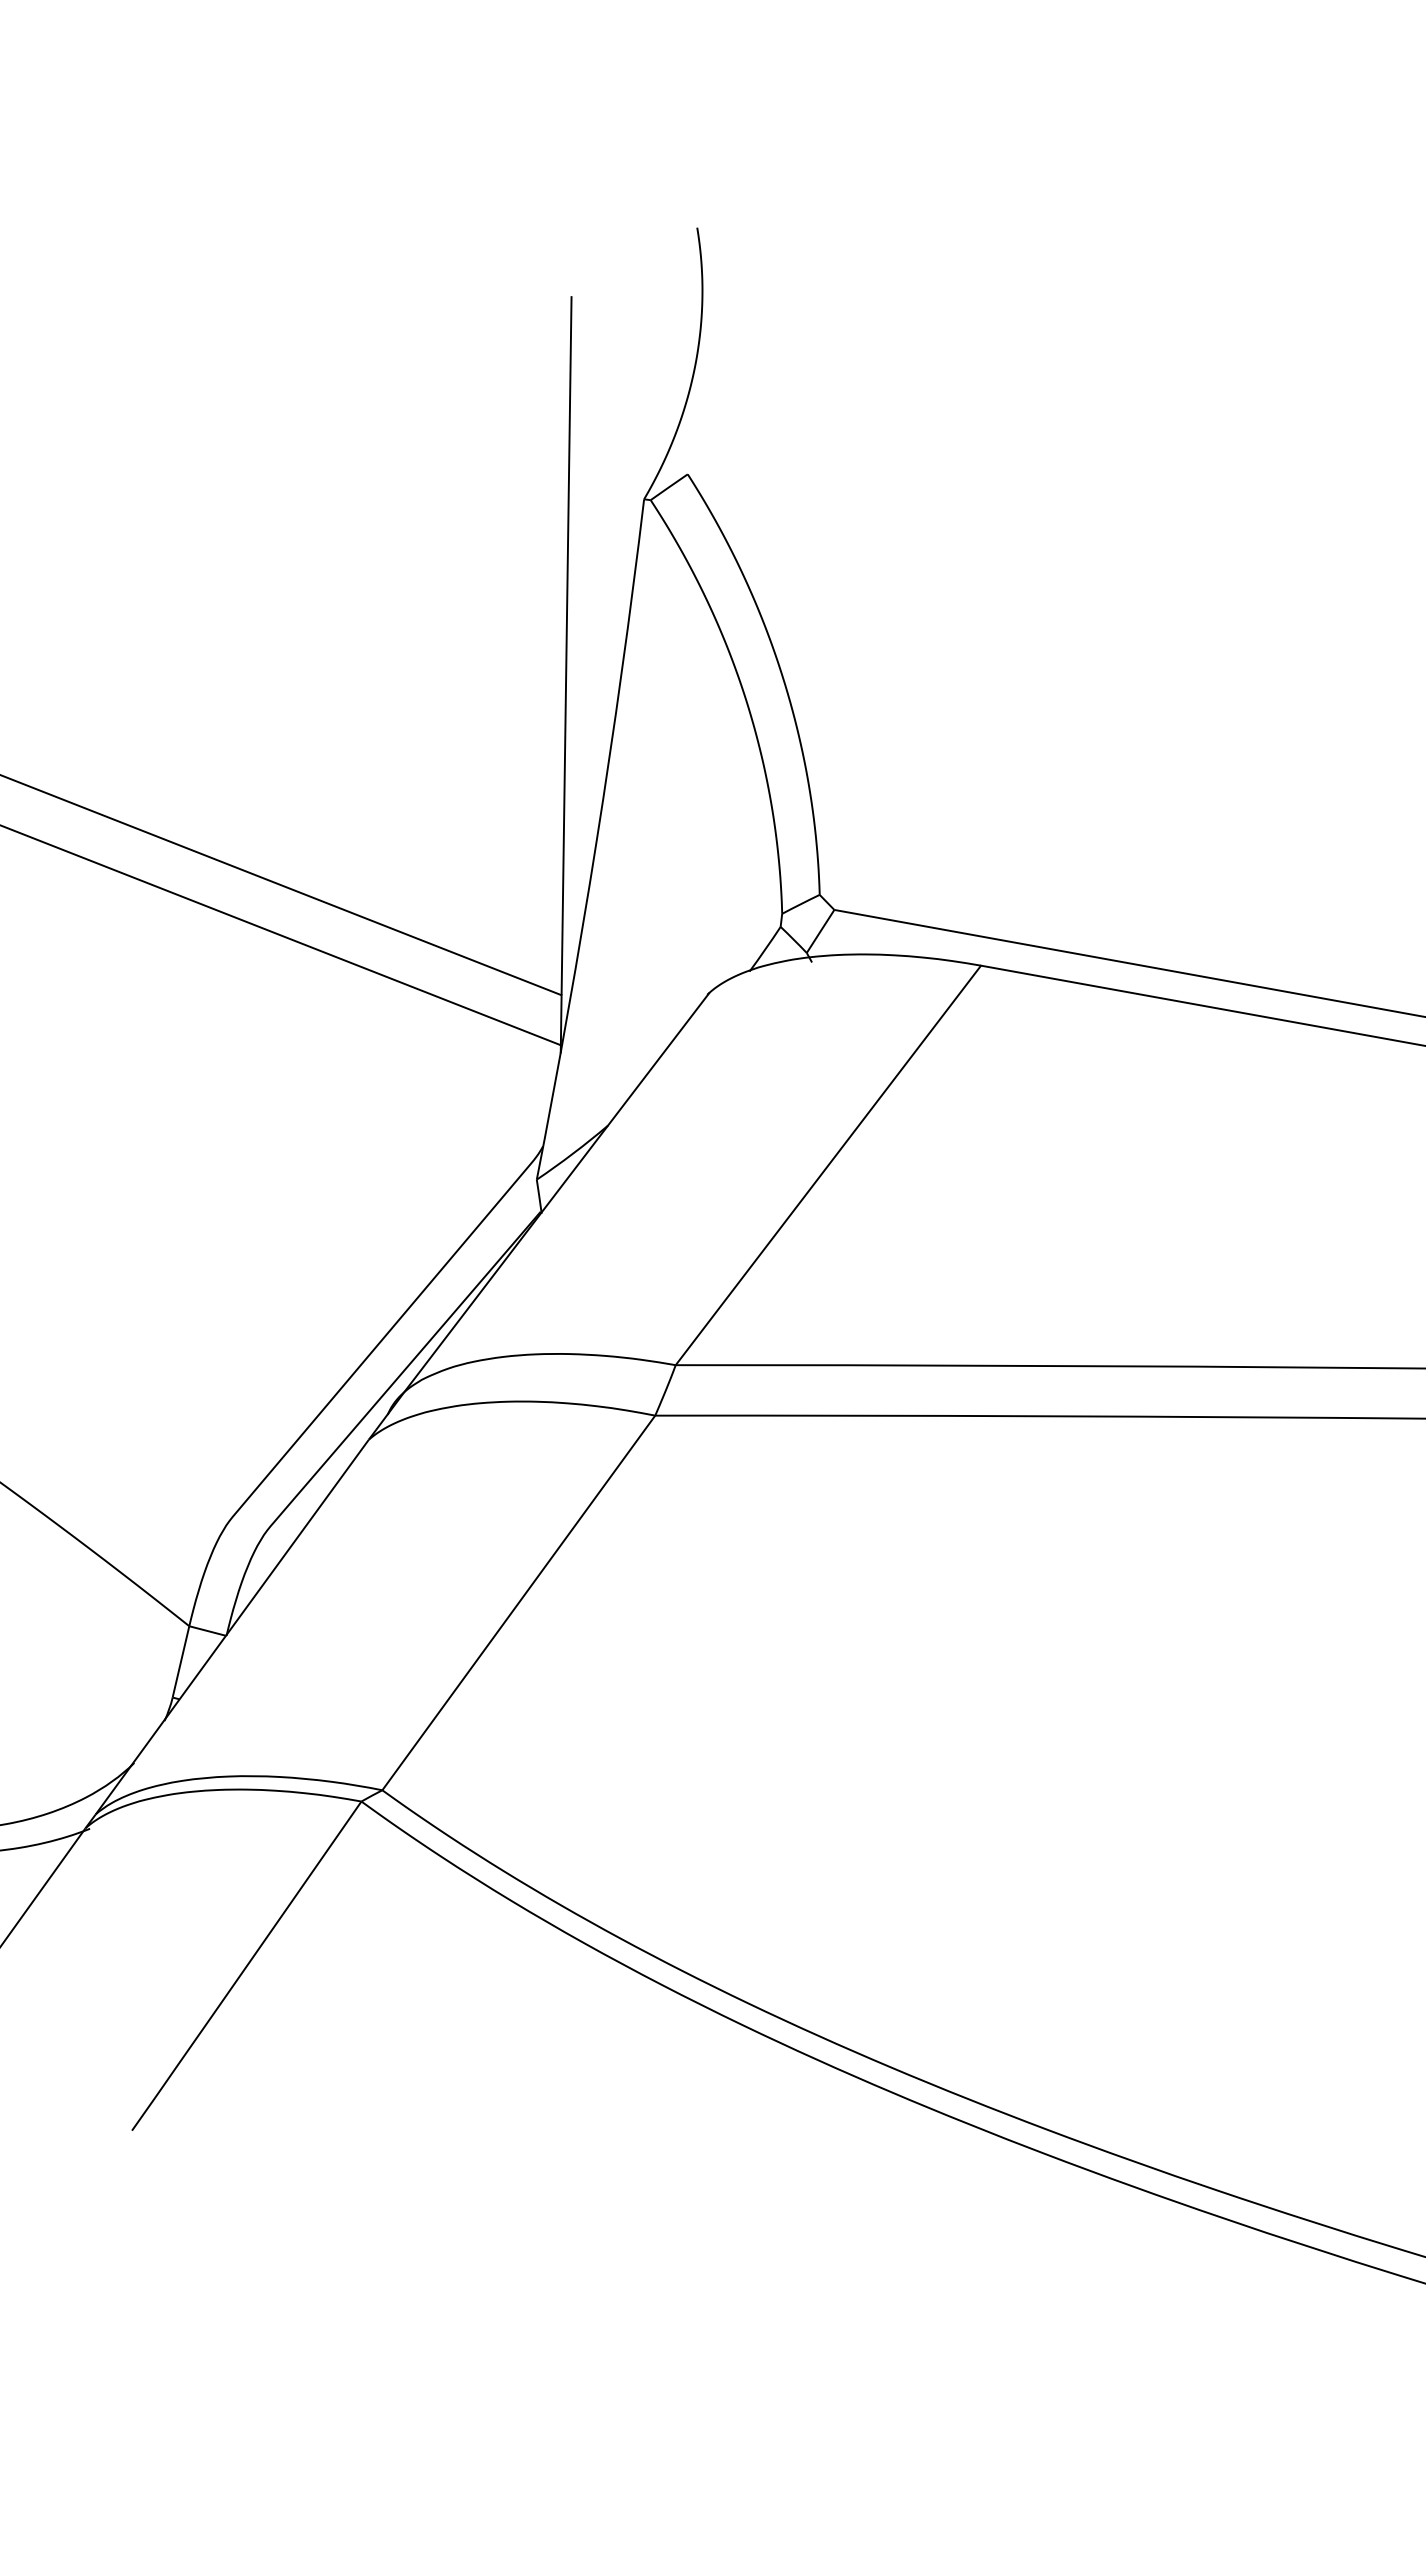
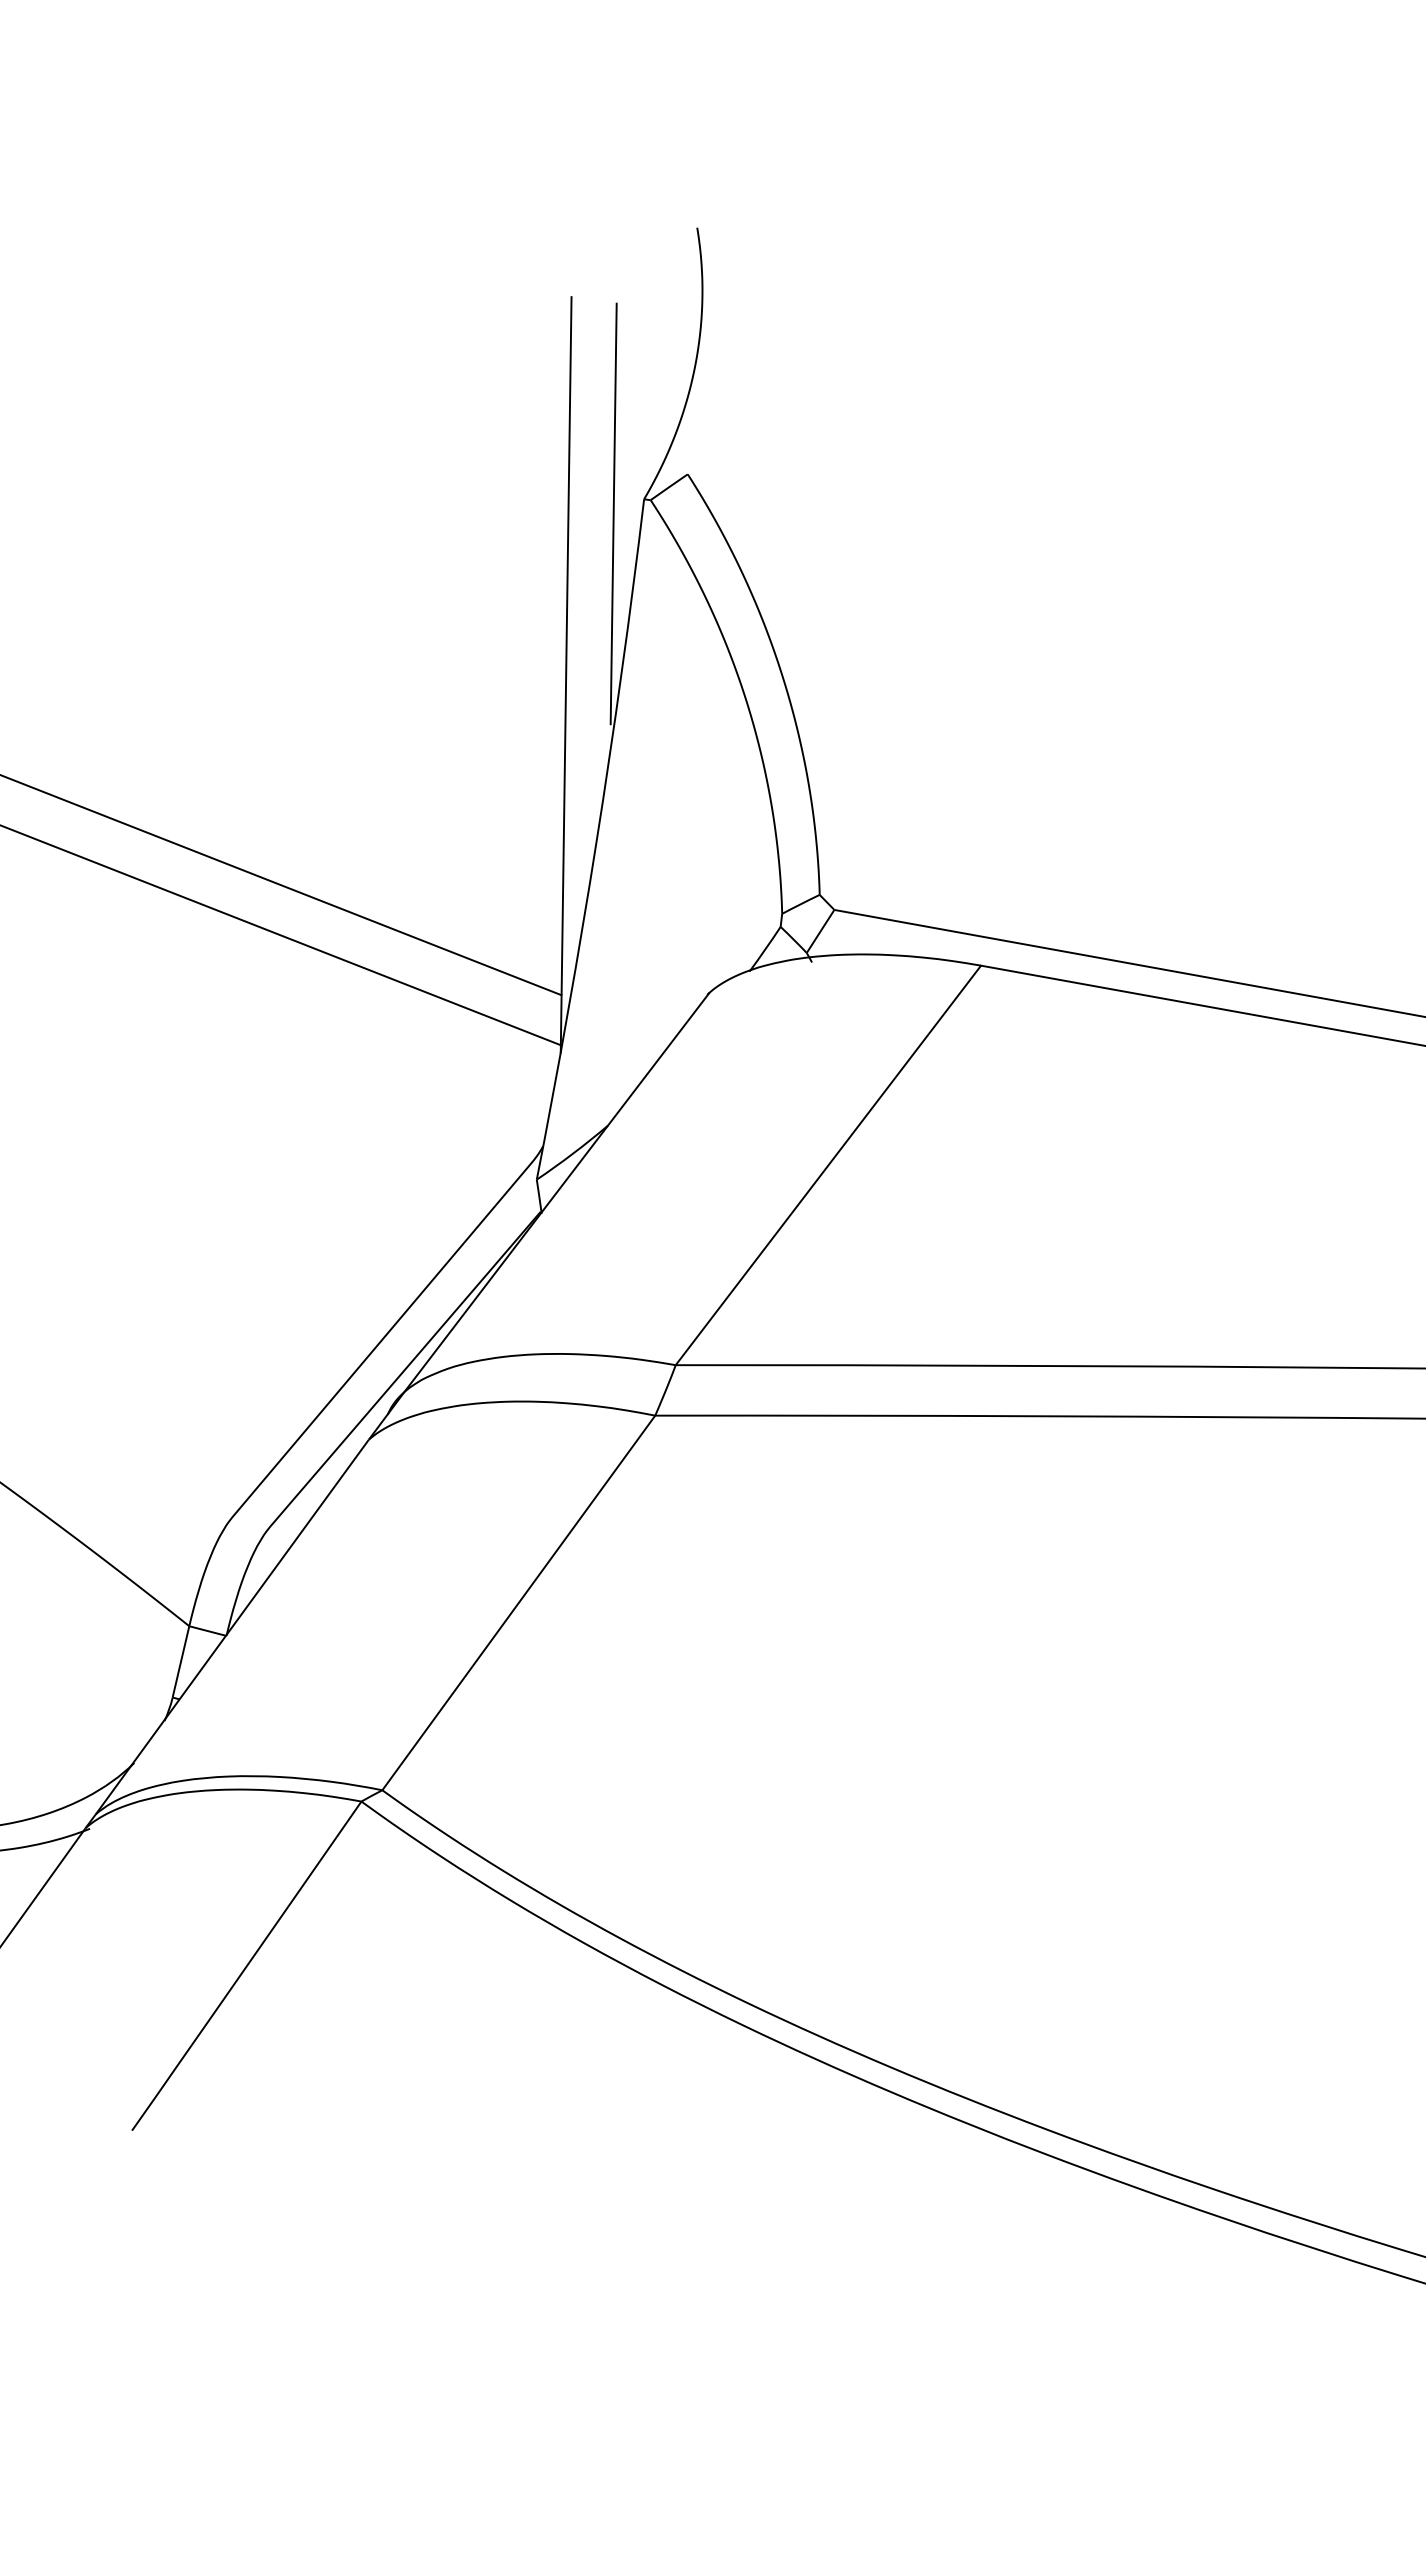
line at (613, 513): none -> present
